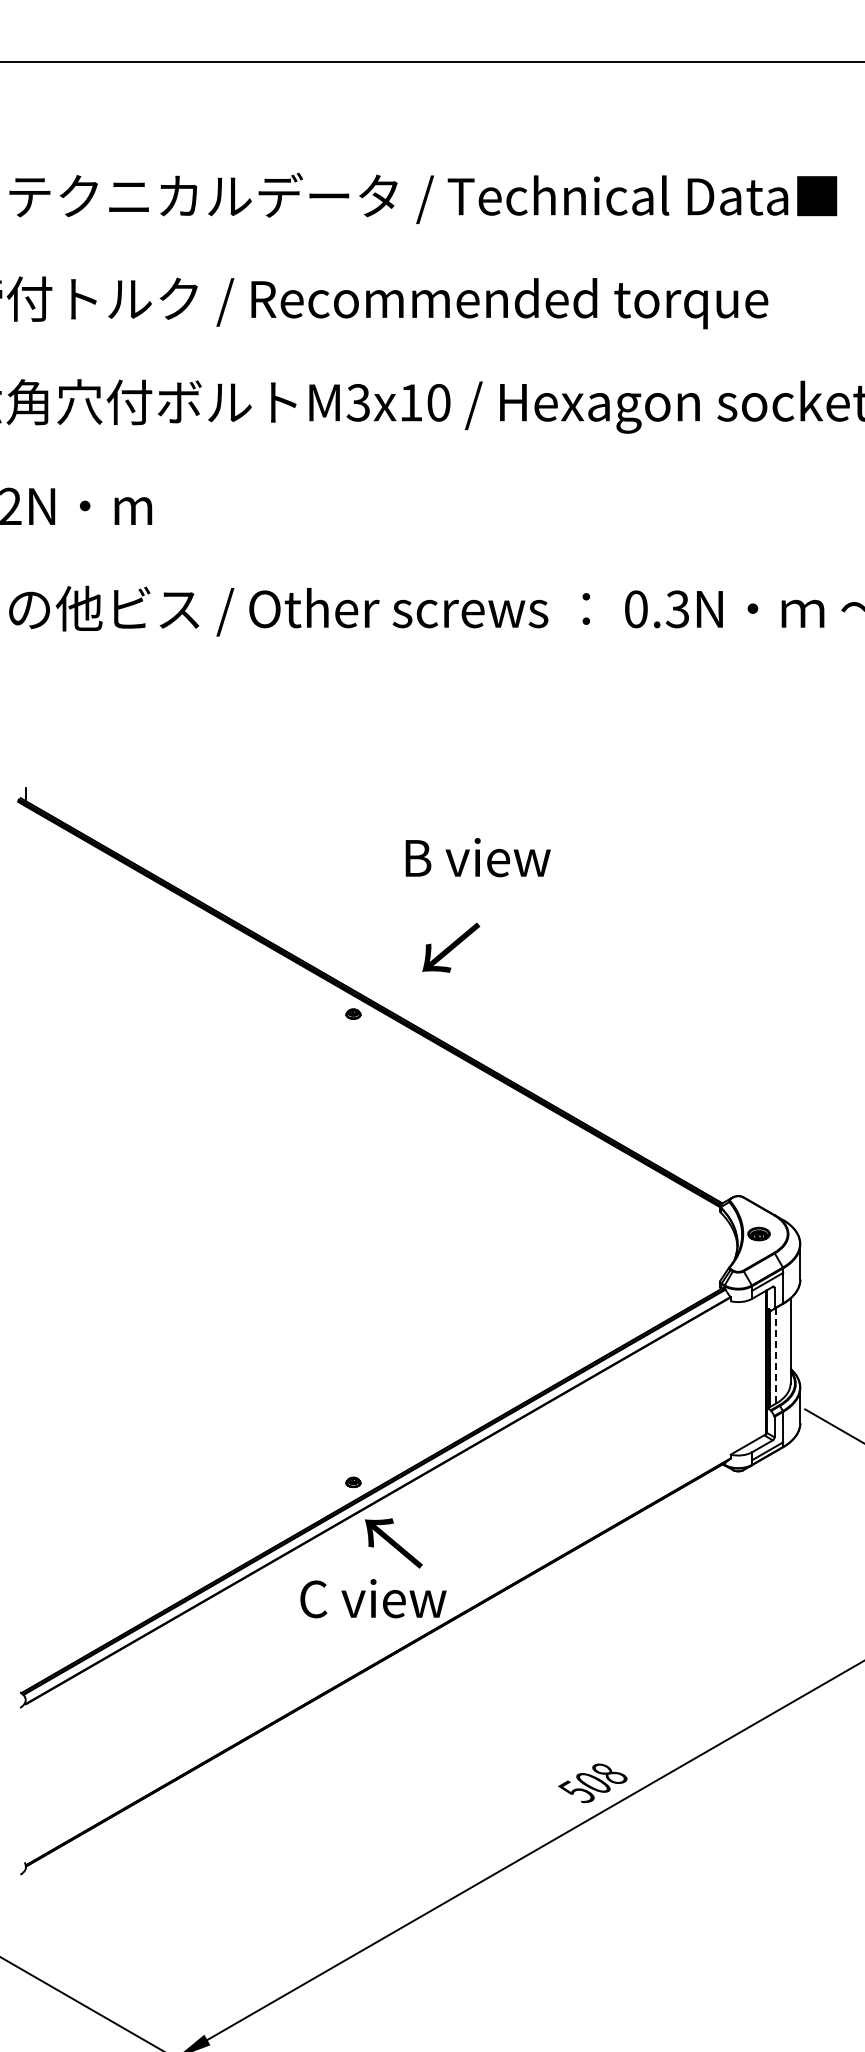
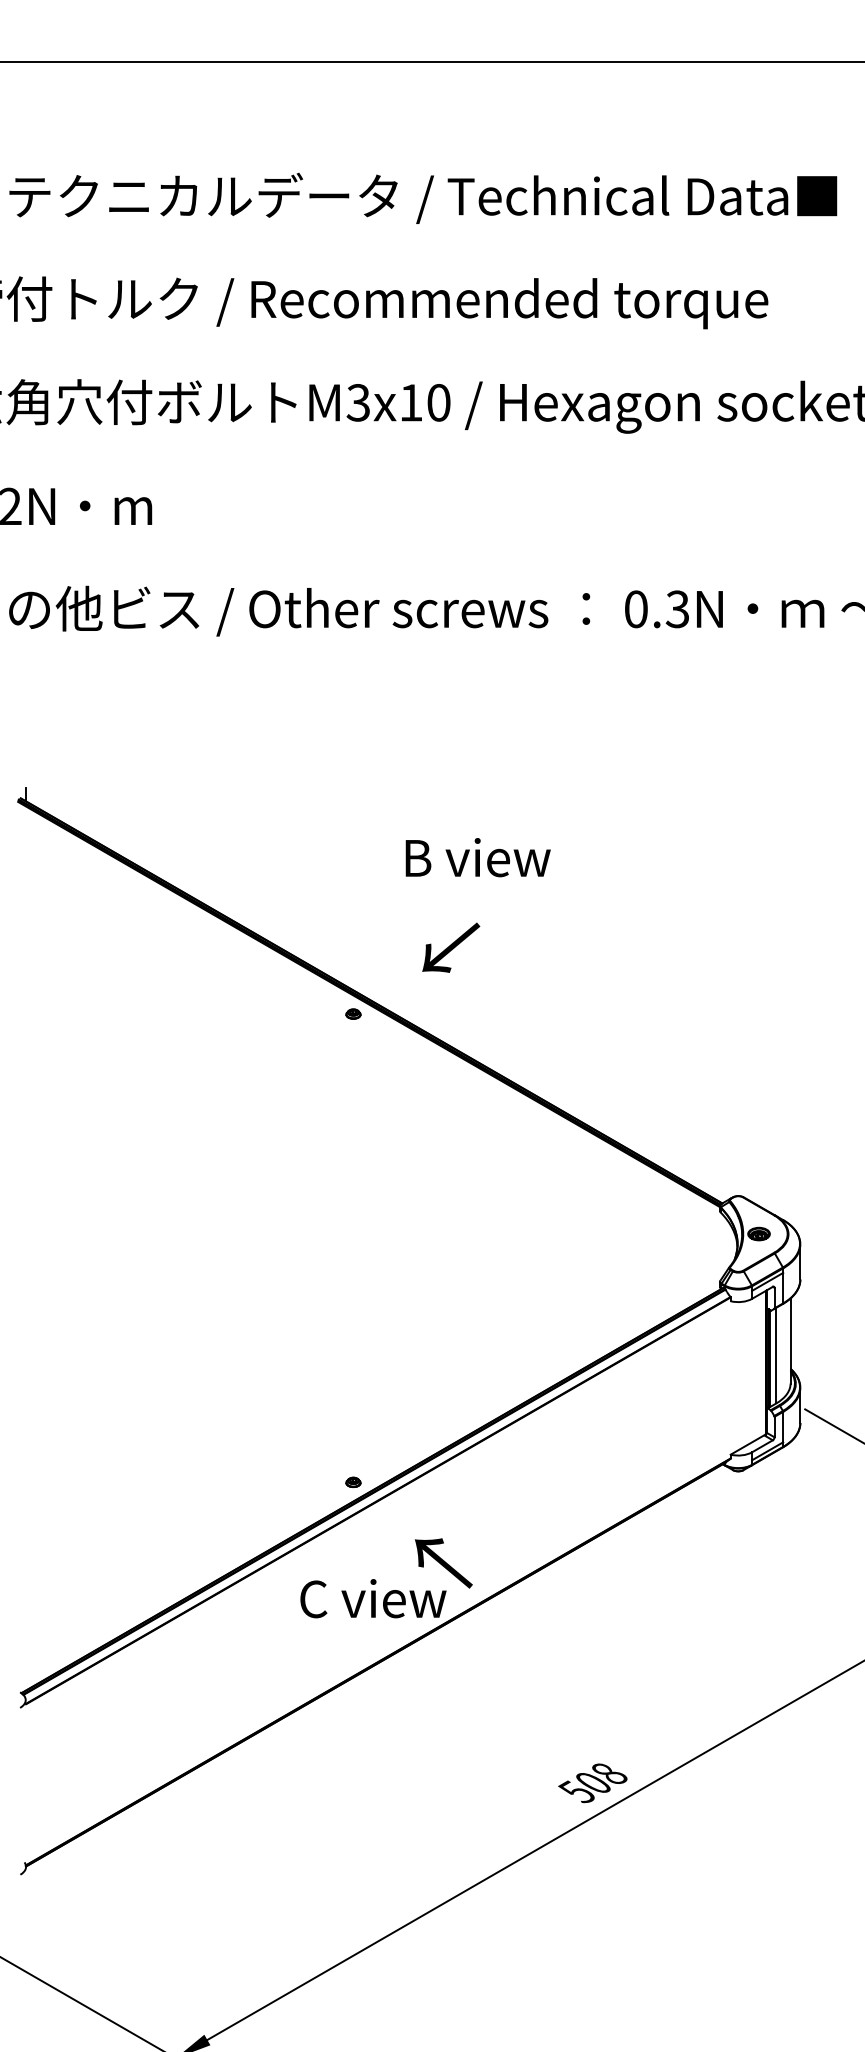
line at (776, 1355): dashed -> solid
text at (393, 1543) position: (393, 1543) -> (443, 1563)
